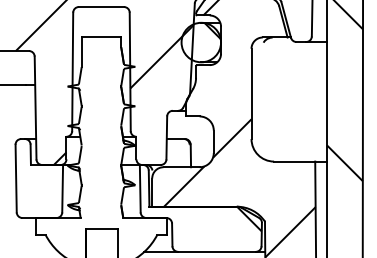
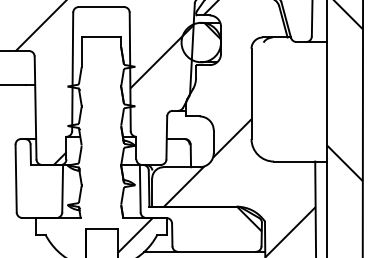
hatch at (135, 235): none -> present
